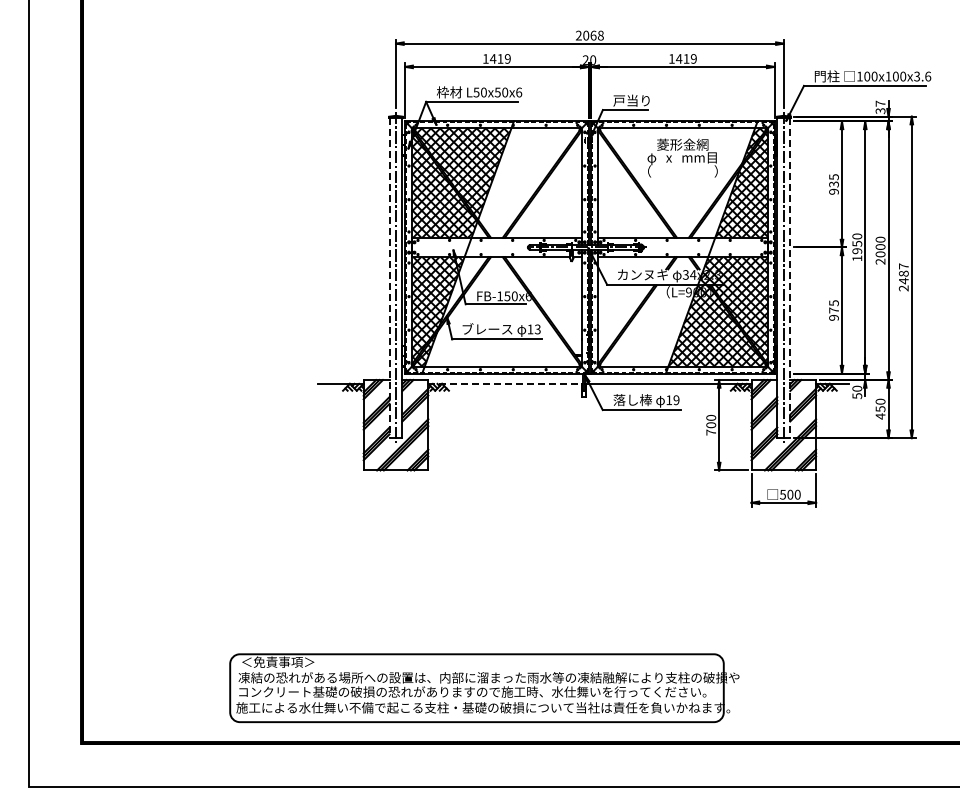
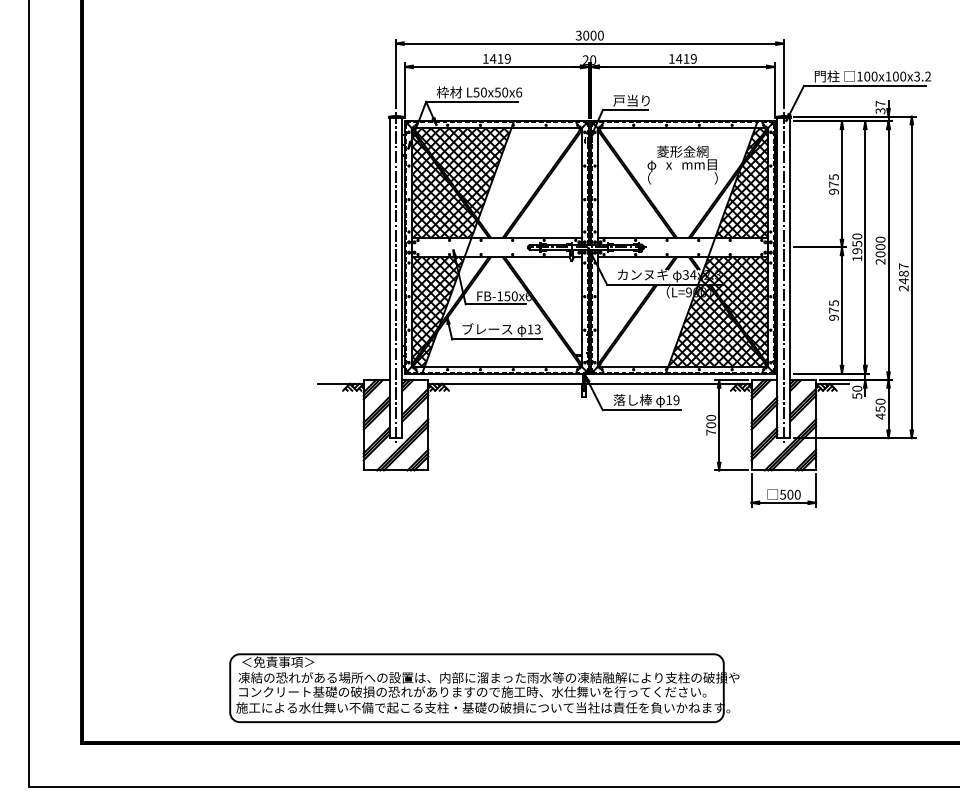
text at (589, 35): 2068 -> 3000
text at (928, 76): 100x100x3.6 -> 100x100x3.2
text at (682, 157) position: (682, 157) -> (682, 164)
text at (833, 184): 935 -> 975
line at (389, 278): dashed -> solid
line at (790, 278): dashed -> solid
line at (506, 383): dashed -> solid
